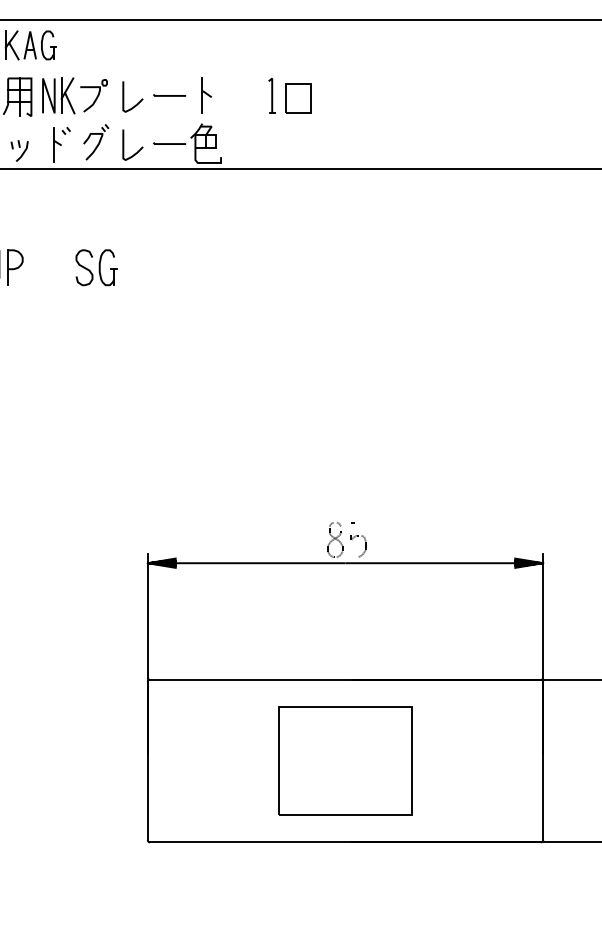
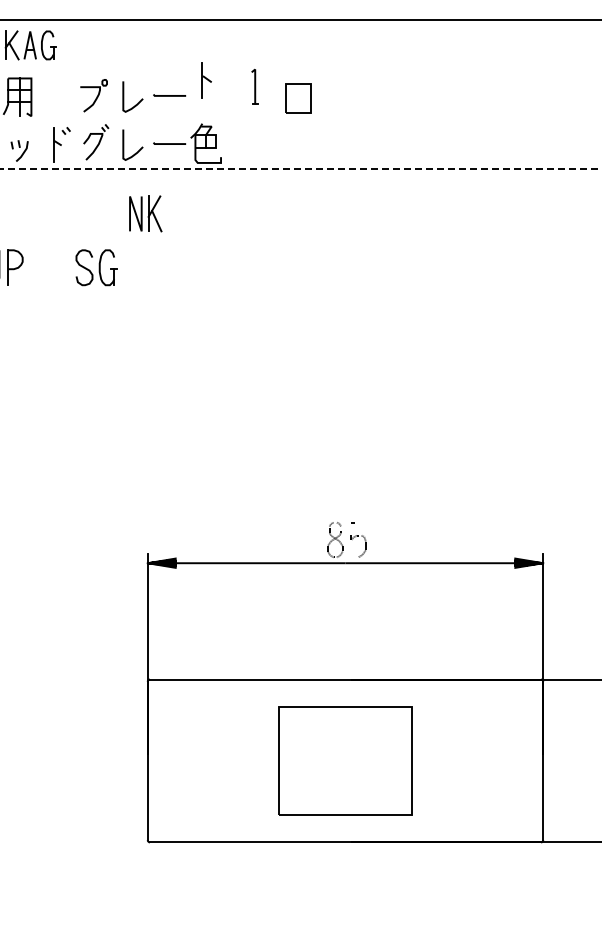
part at (58, 95) position: (58, 95) -> (145, 213)
part at (206, 95) position: (206, 95) -> (206, 80)
part at (271, 95) position: (271, 95) -> (254, 86)
line at (301, 168): solid -> dashed
